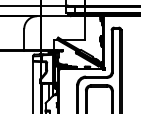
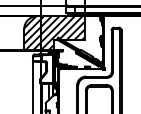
hatch at (54, 33): none -> present
